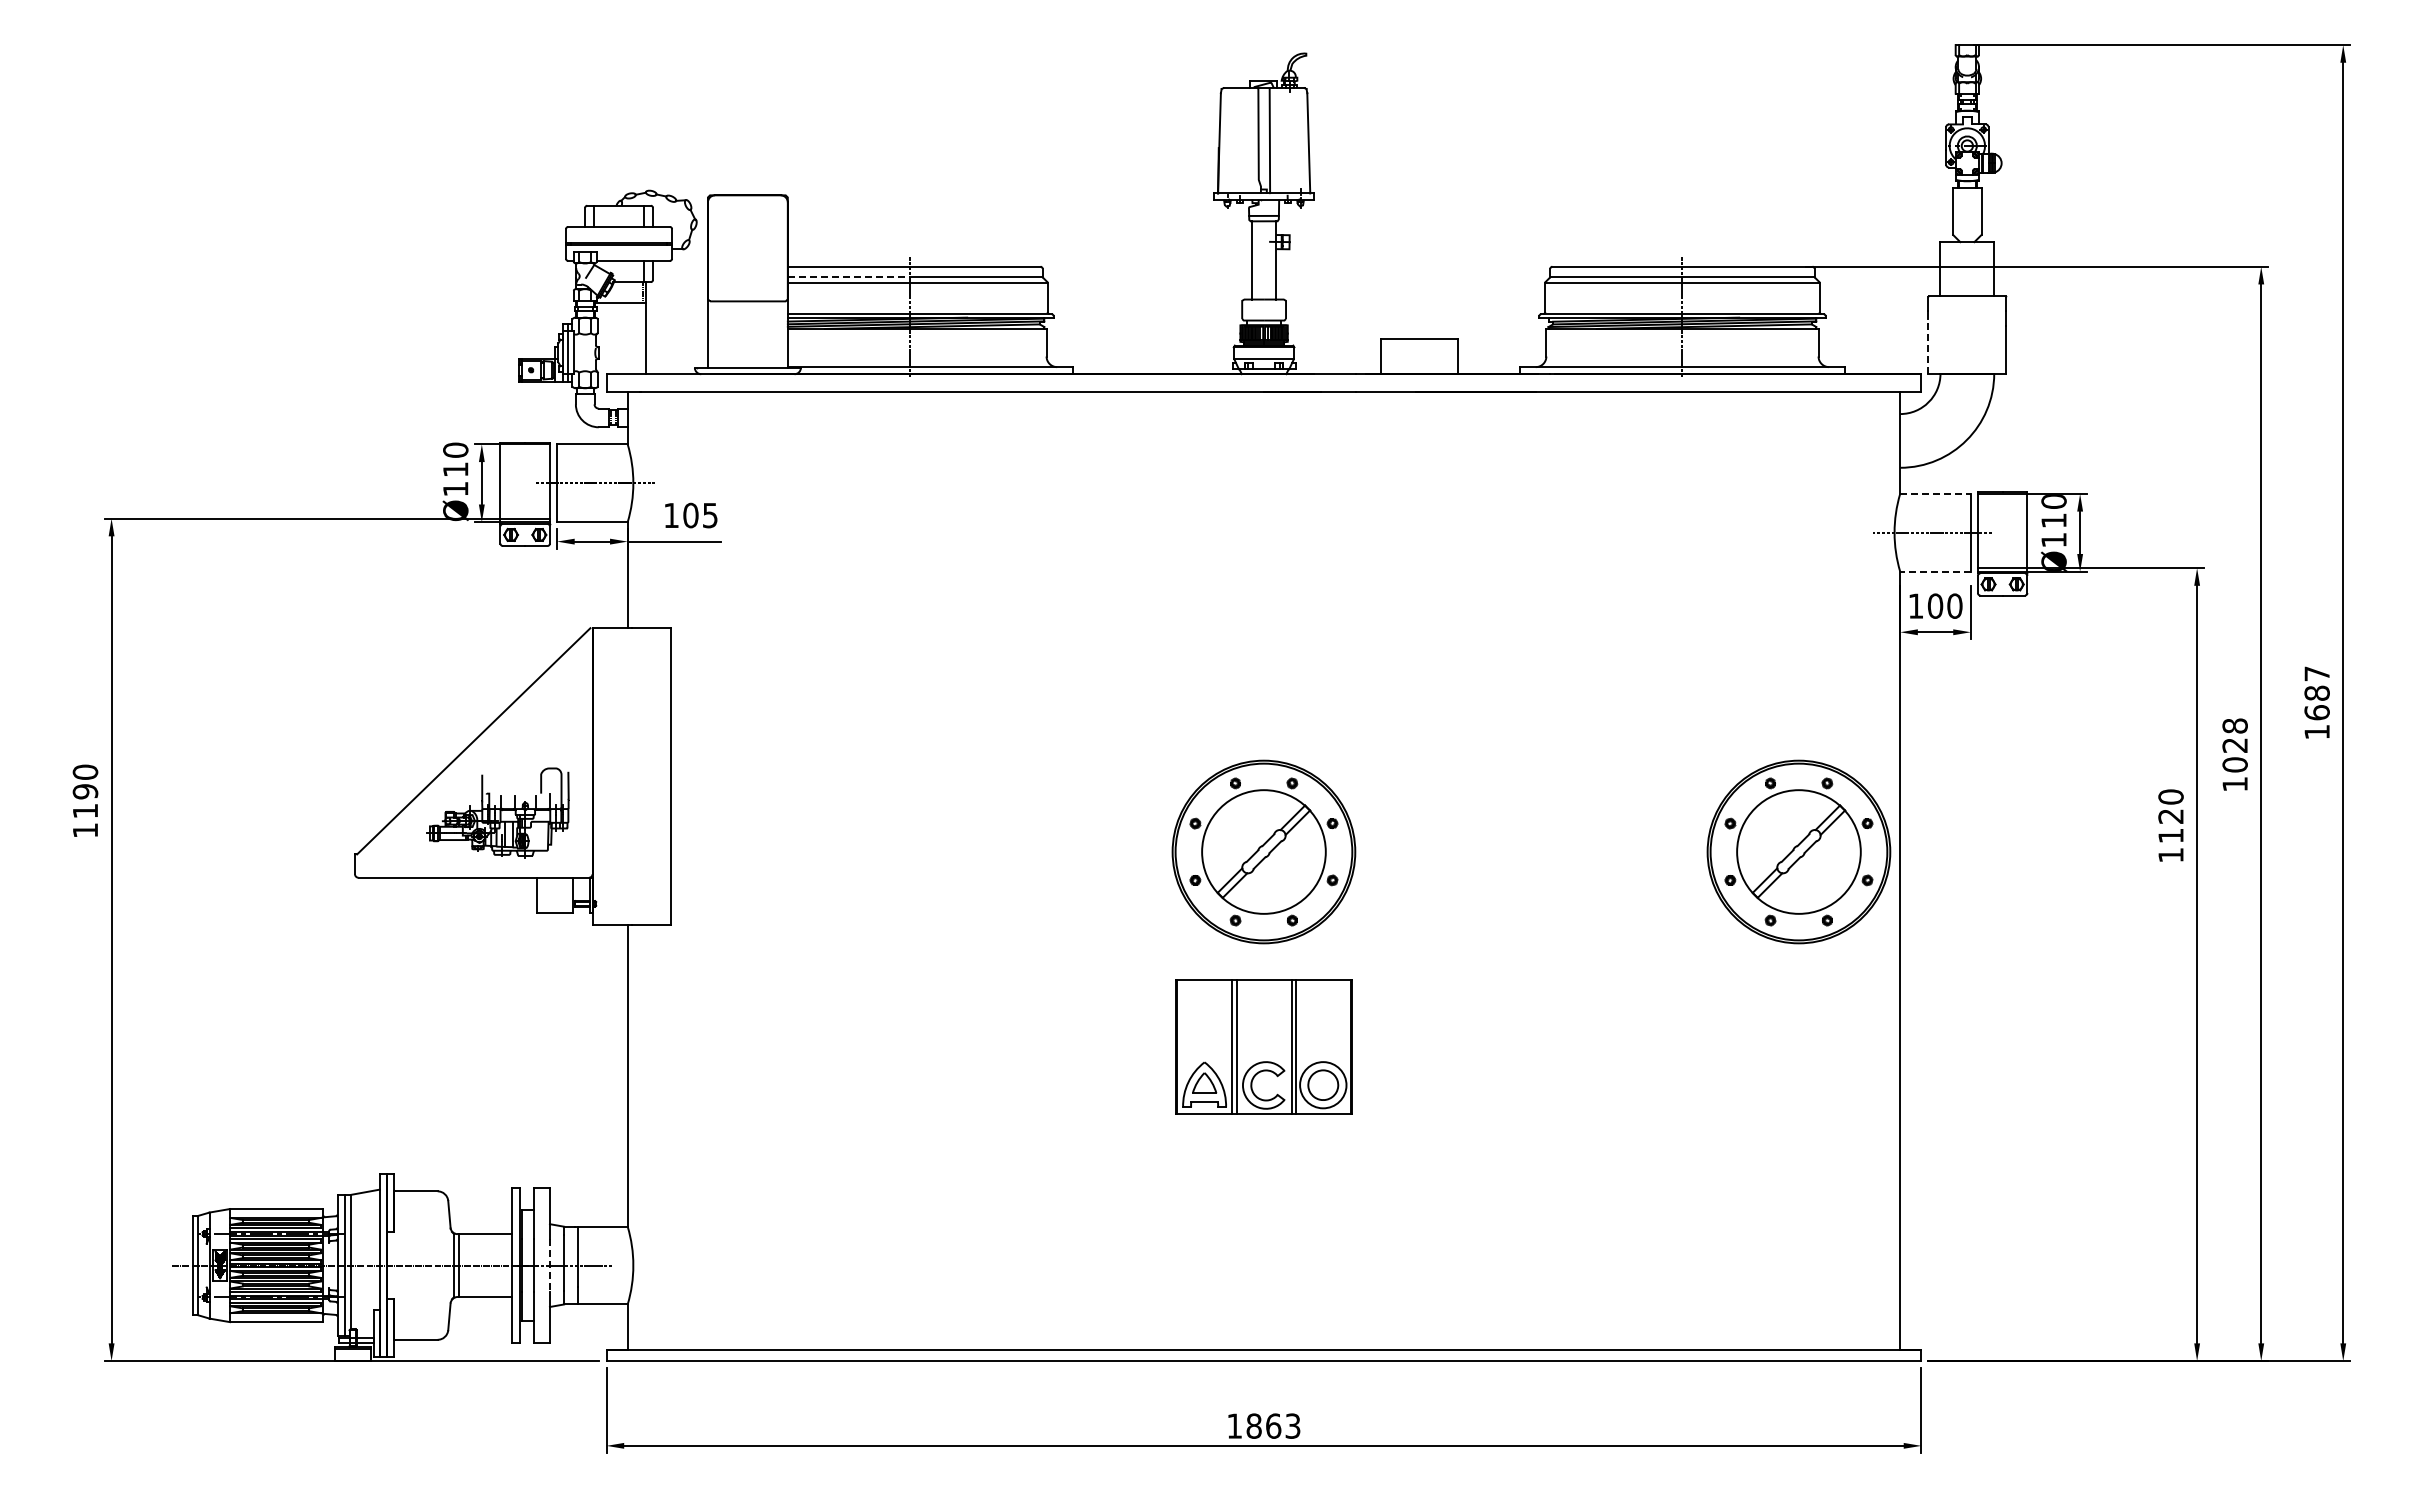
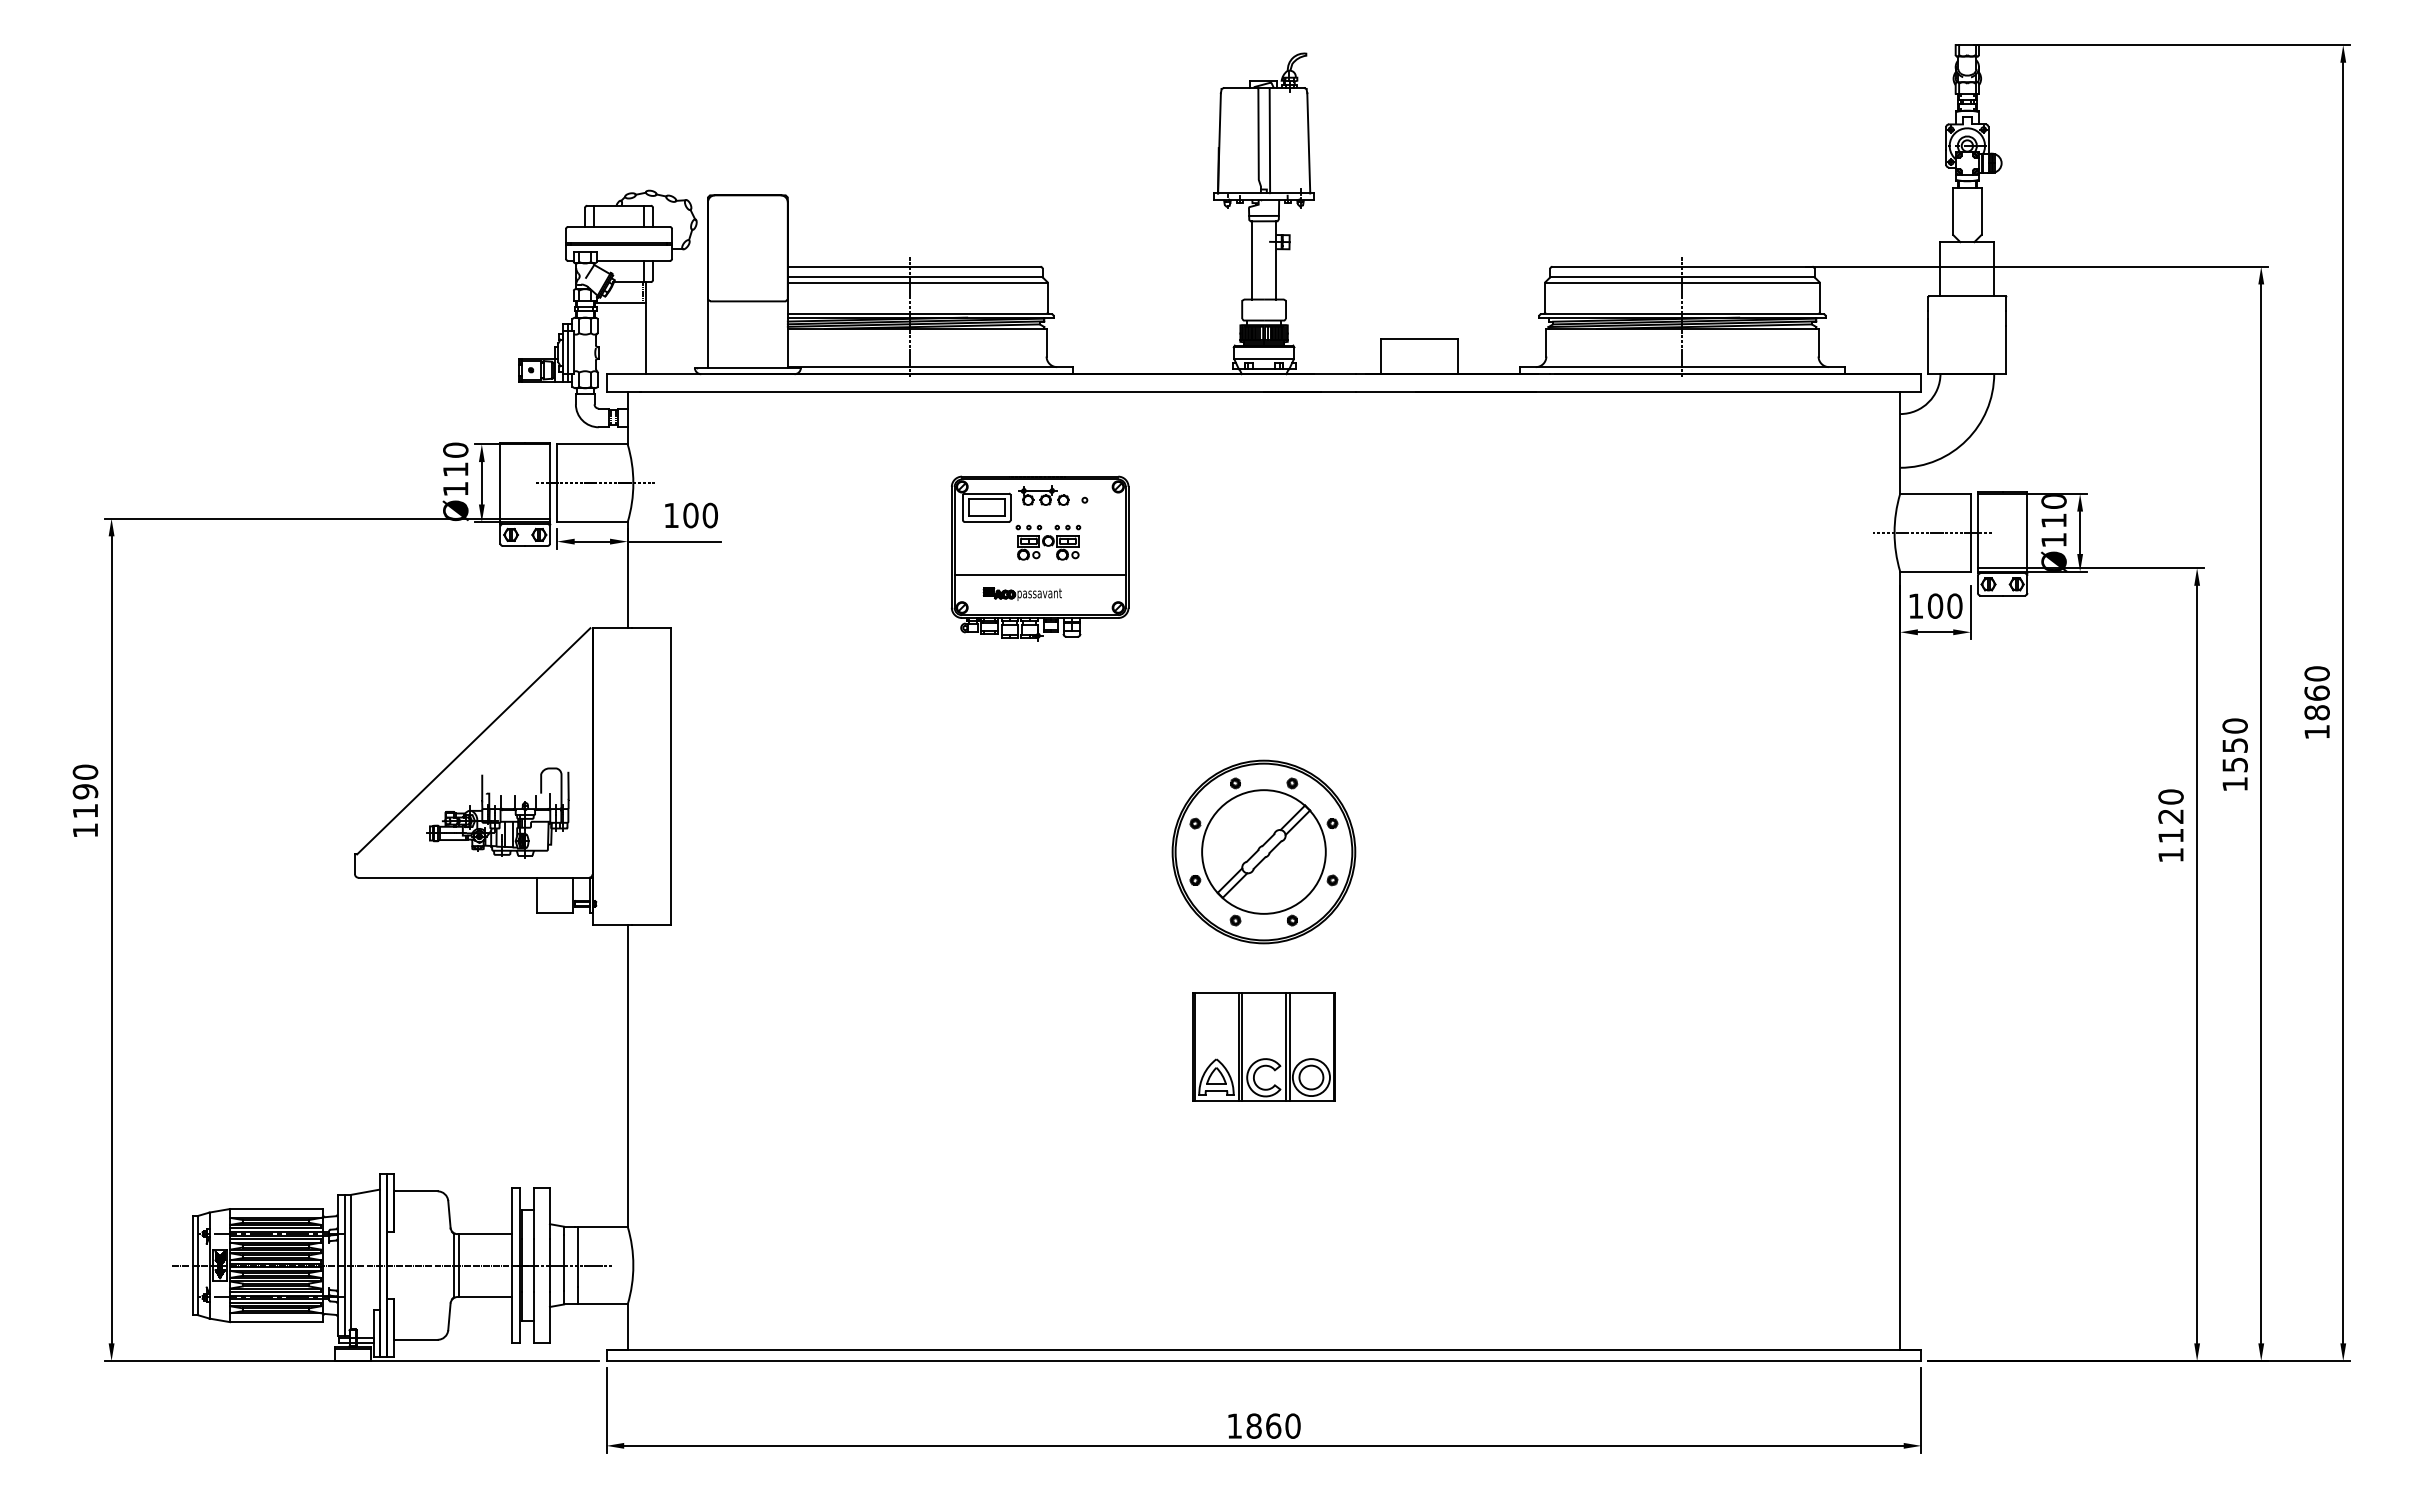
line at (849, 277): dashed -> solid
line at (1928, 345): dashed -> solid
line at (1936, 493): dashed -> solid
text at (710, 515): 105 -> 100
part at (1040, 558): none -> present
line at (1935, 571): dashed -> solid
text at (2316, 693): 1687 -> 1860
text at (2234, 745): 1028 -> 1550
part at (1798, 851): present -> none
part at (1263, 1046) size: 178x136 px -> 144x110 px
line at (549, 1265): dashed -> solid
text at (1292, 1425): 1863 -> 1860
